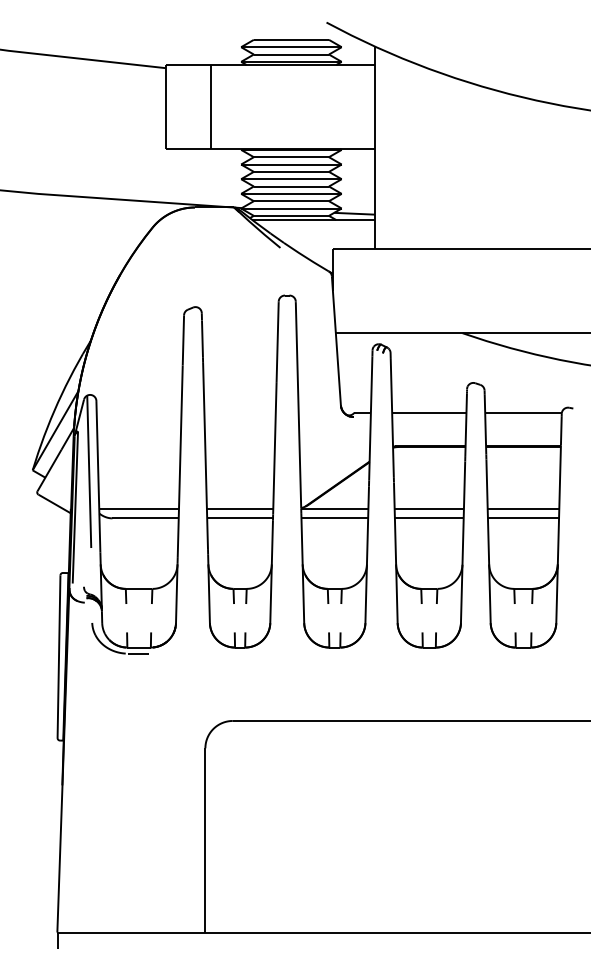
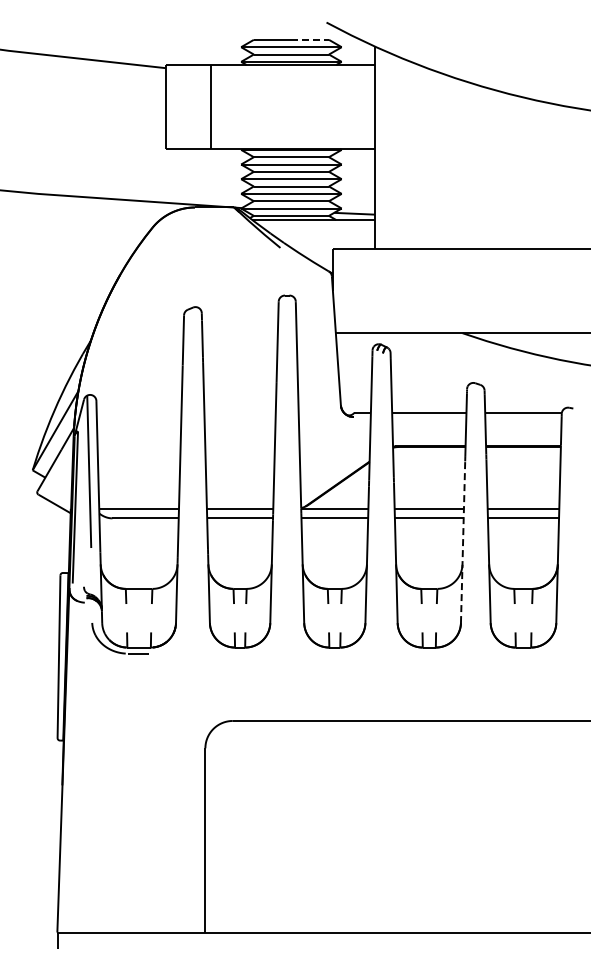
line at (310, 39): solid -> dashed
line at (463, 542): solid -> dashed
